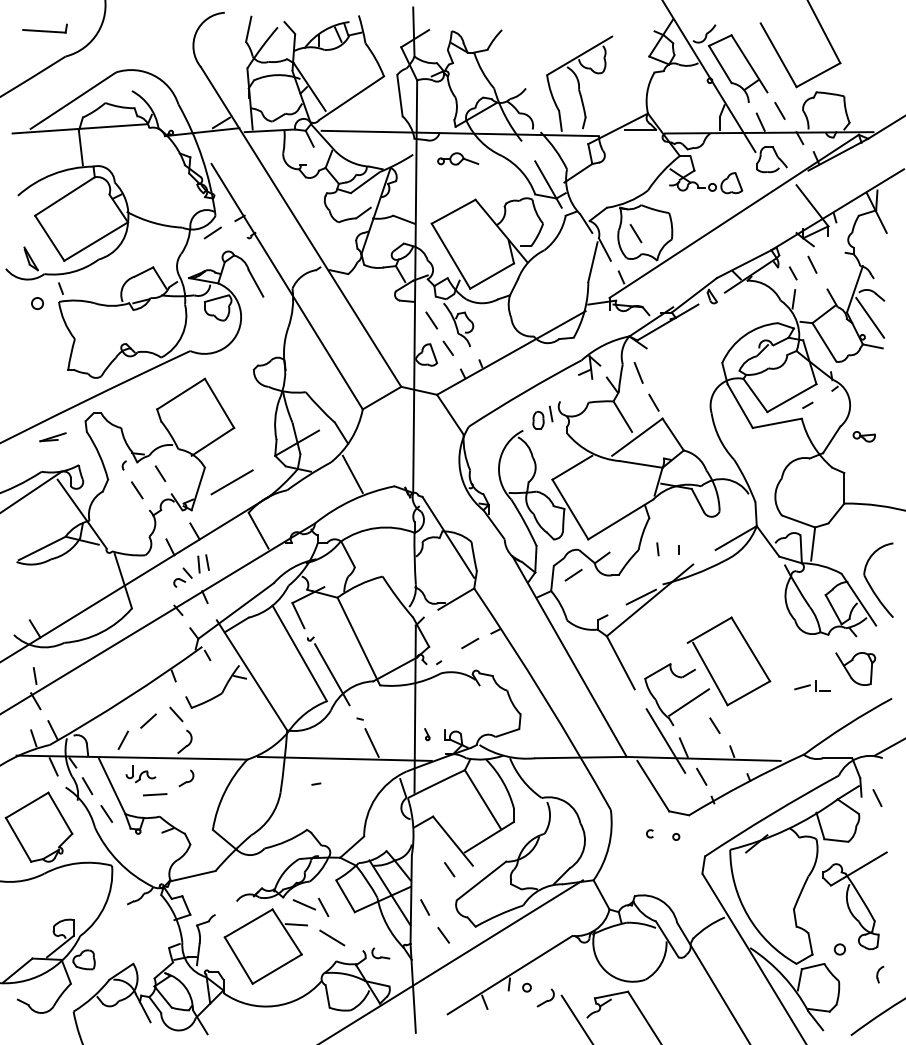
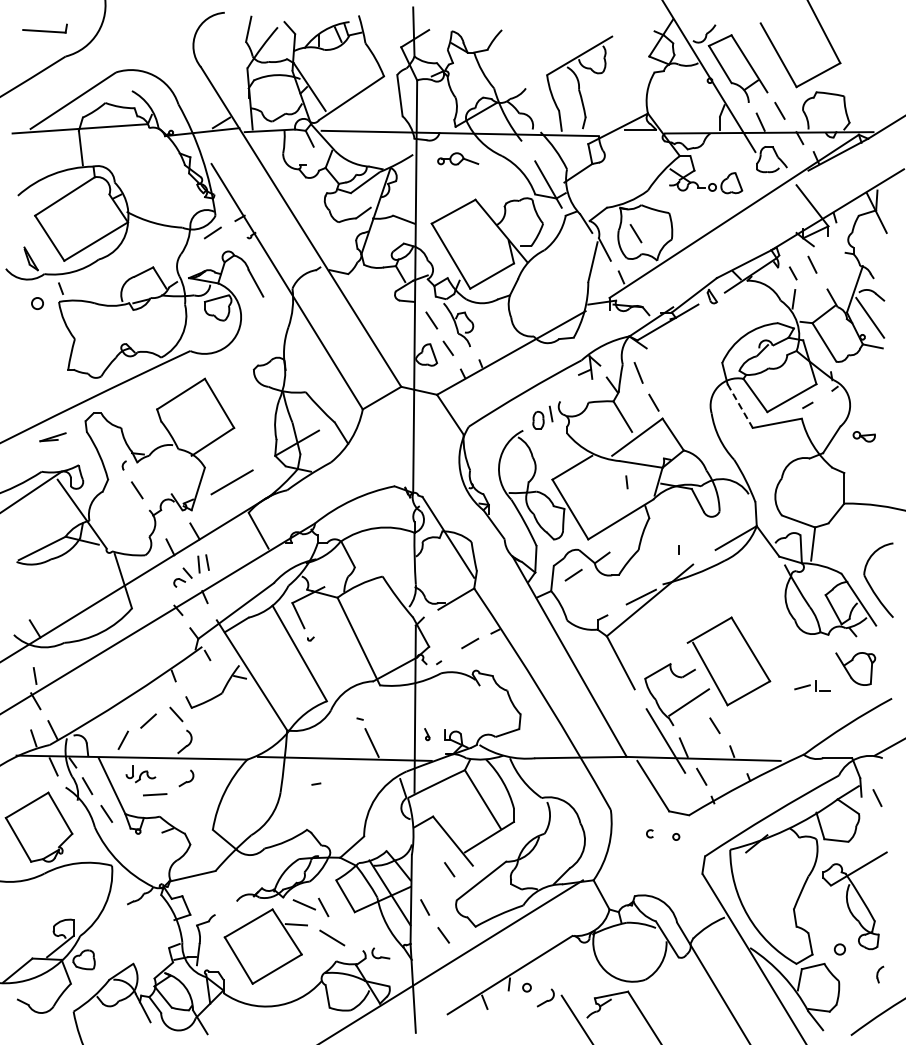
line at (740, 406): solid -> dashed
line at (160, 473): present -> none
line at (352, 473): present -> none
line at (657, 549) position: (657, 549) -> (626, 482)
line at (332, 674): present -> none
